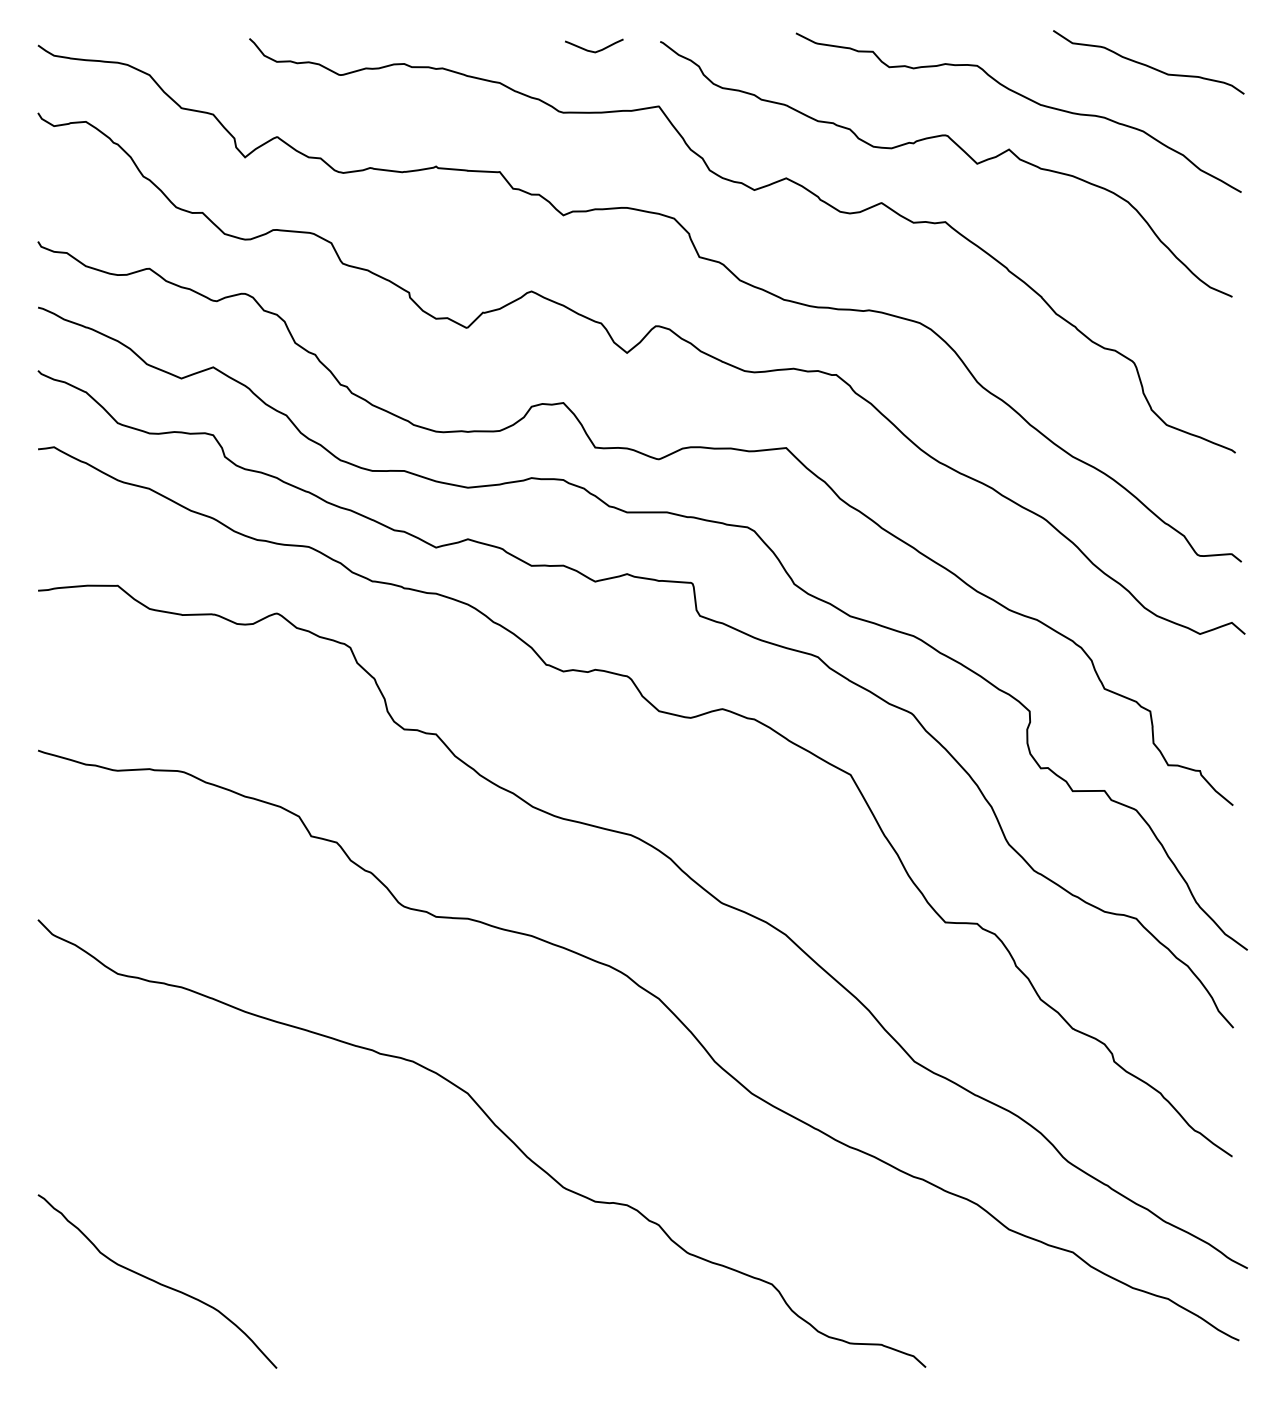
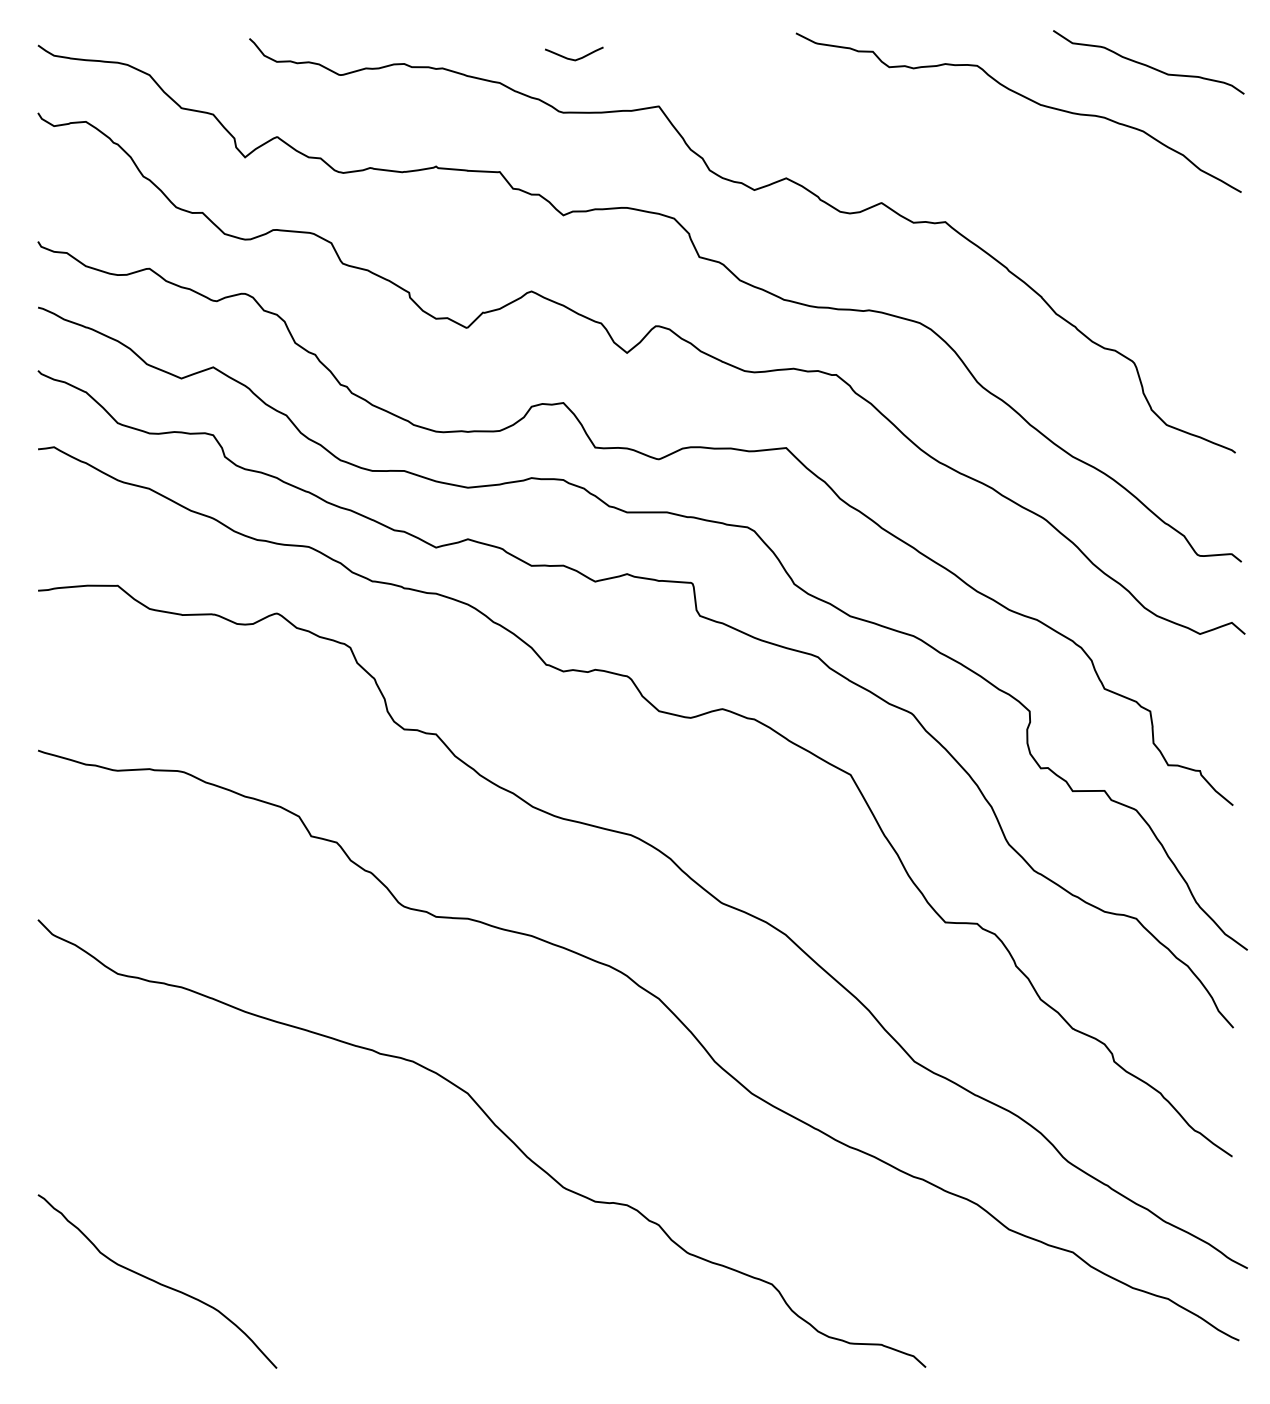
curve at (592, 50) position: (592, 50) -> (572, 58)
curve at (962, 151): present -> none
